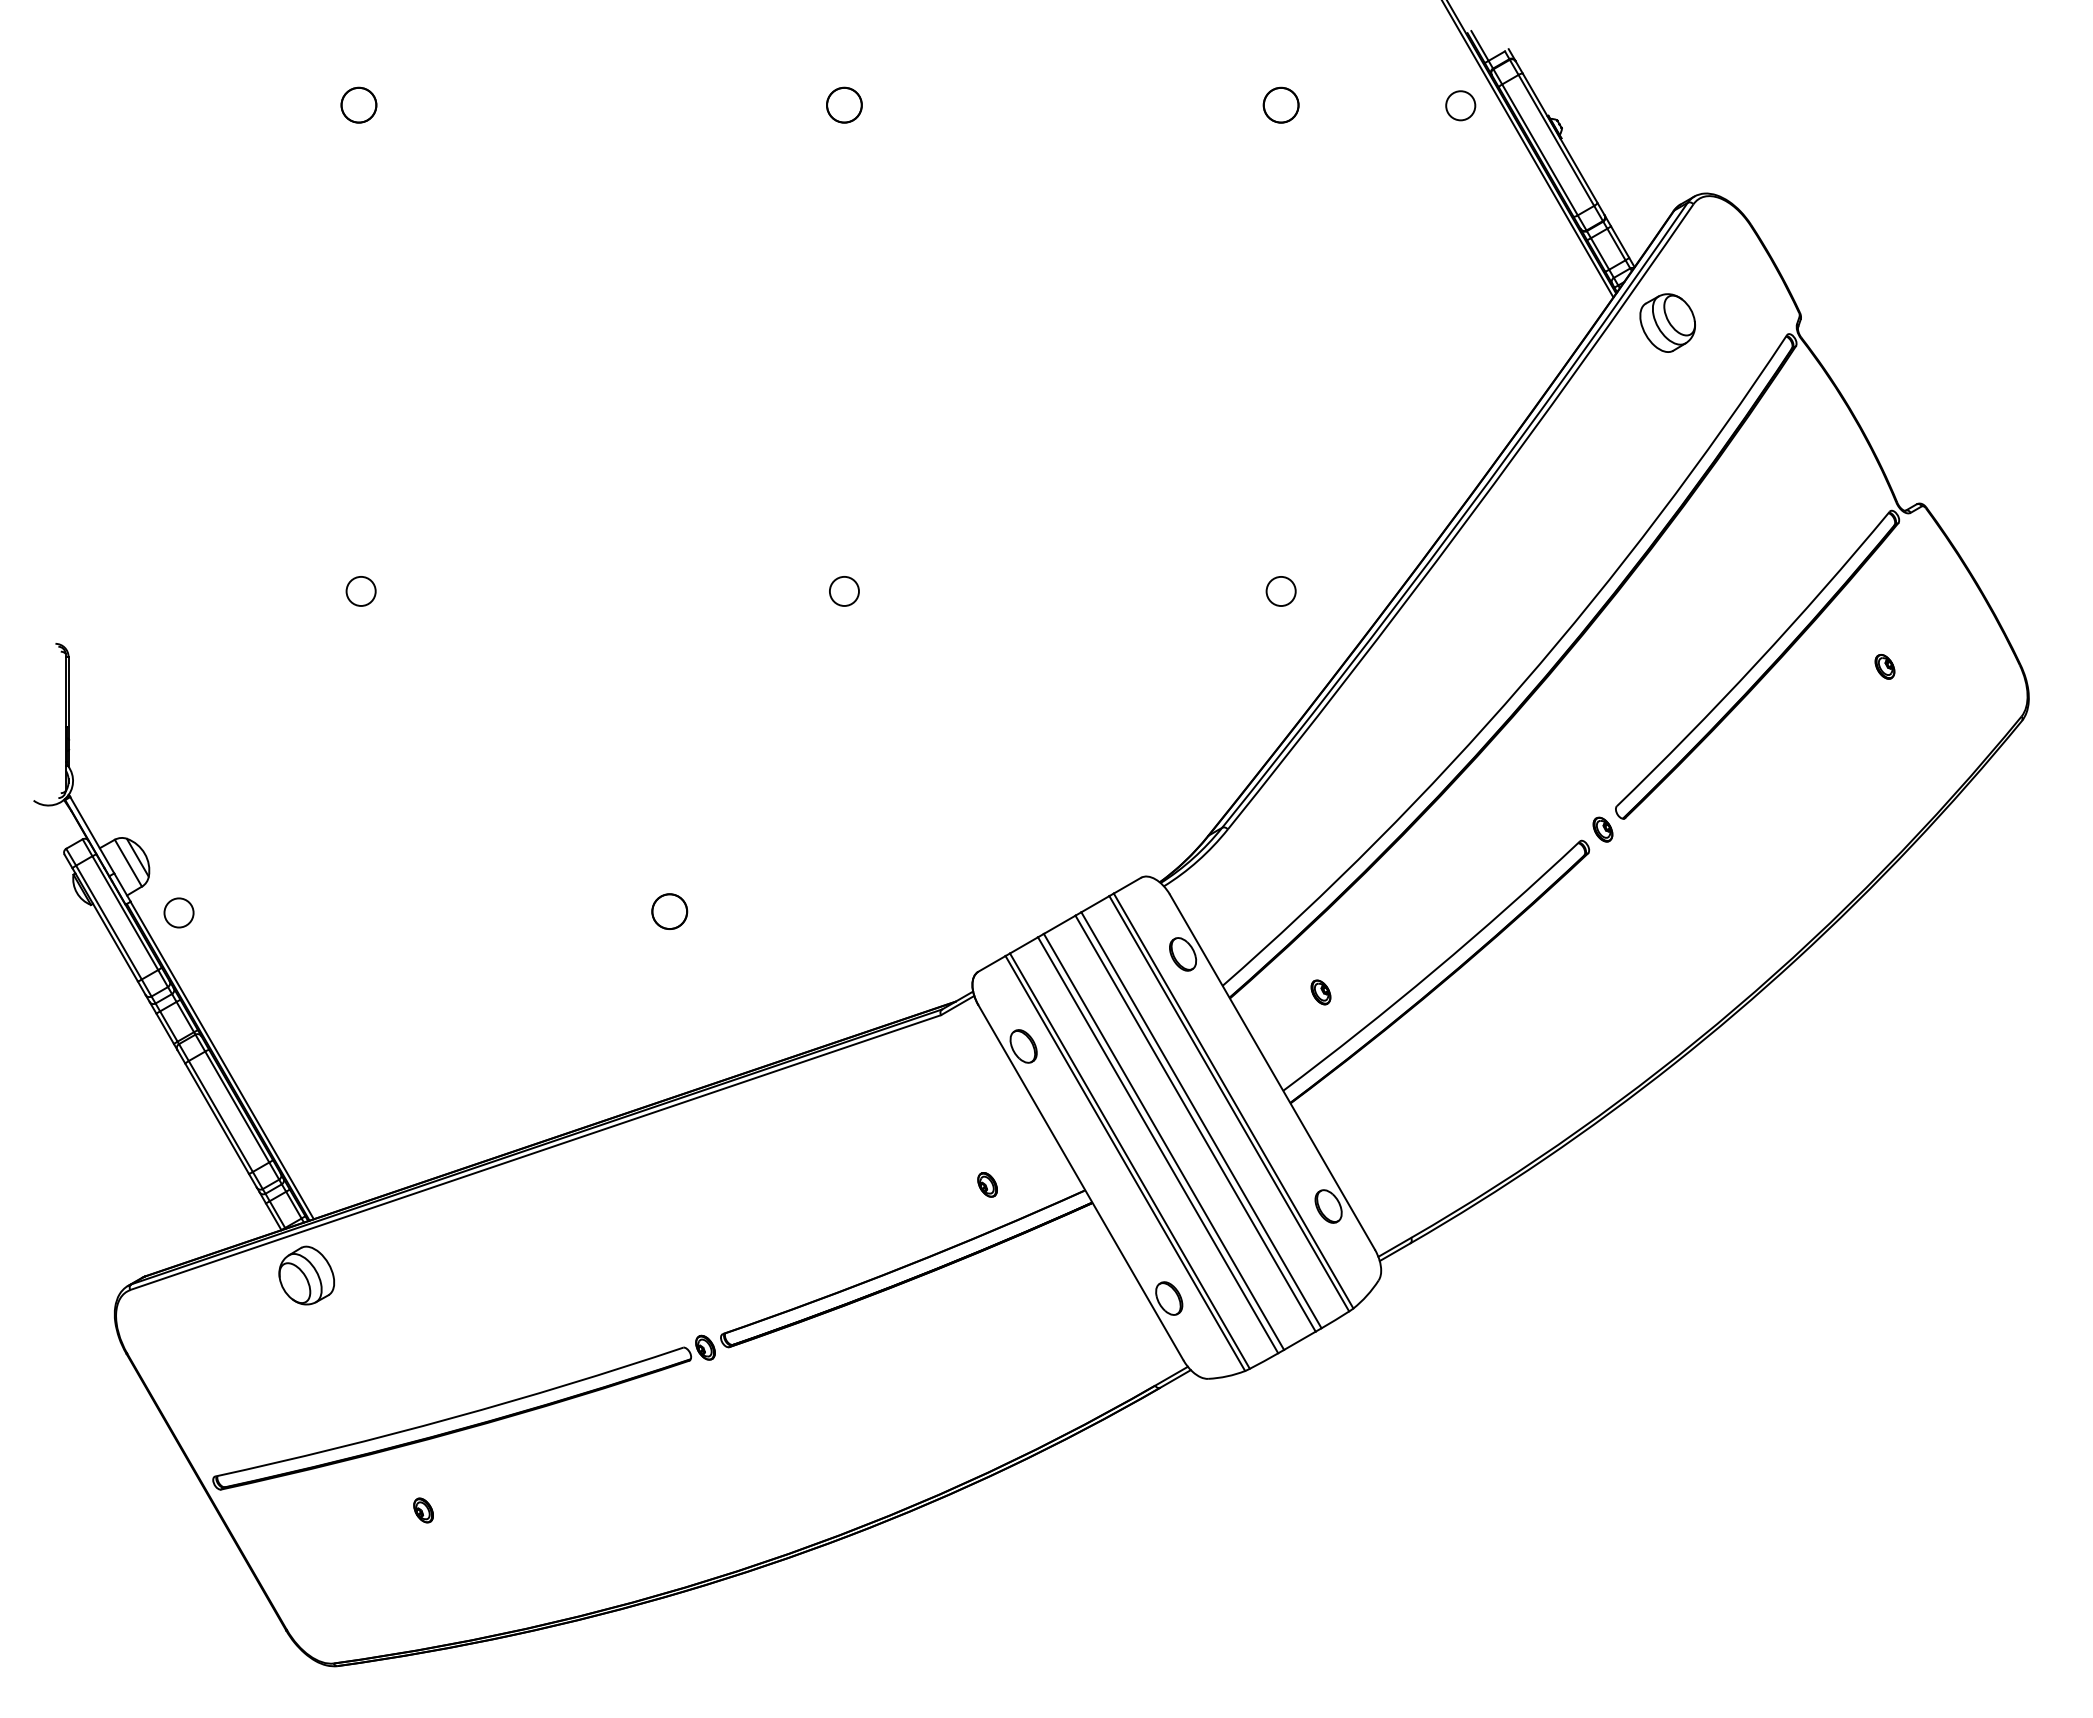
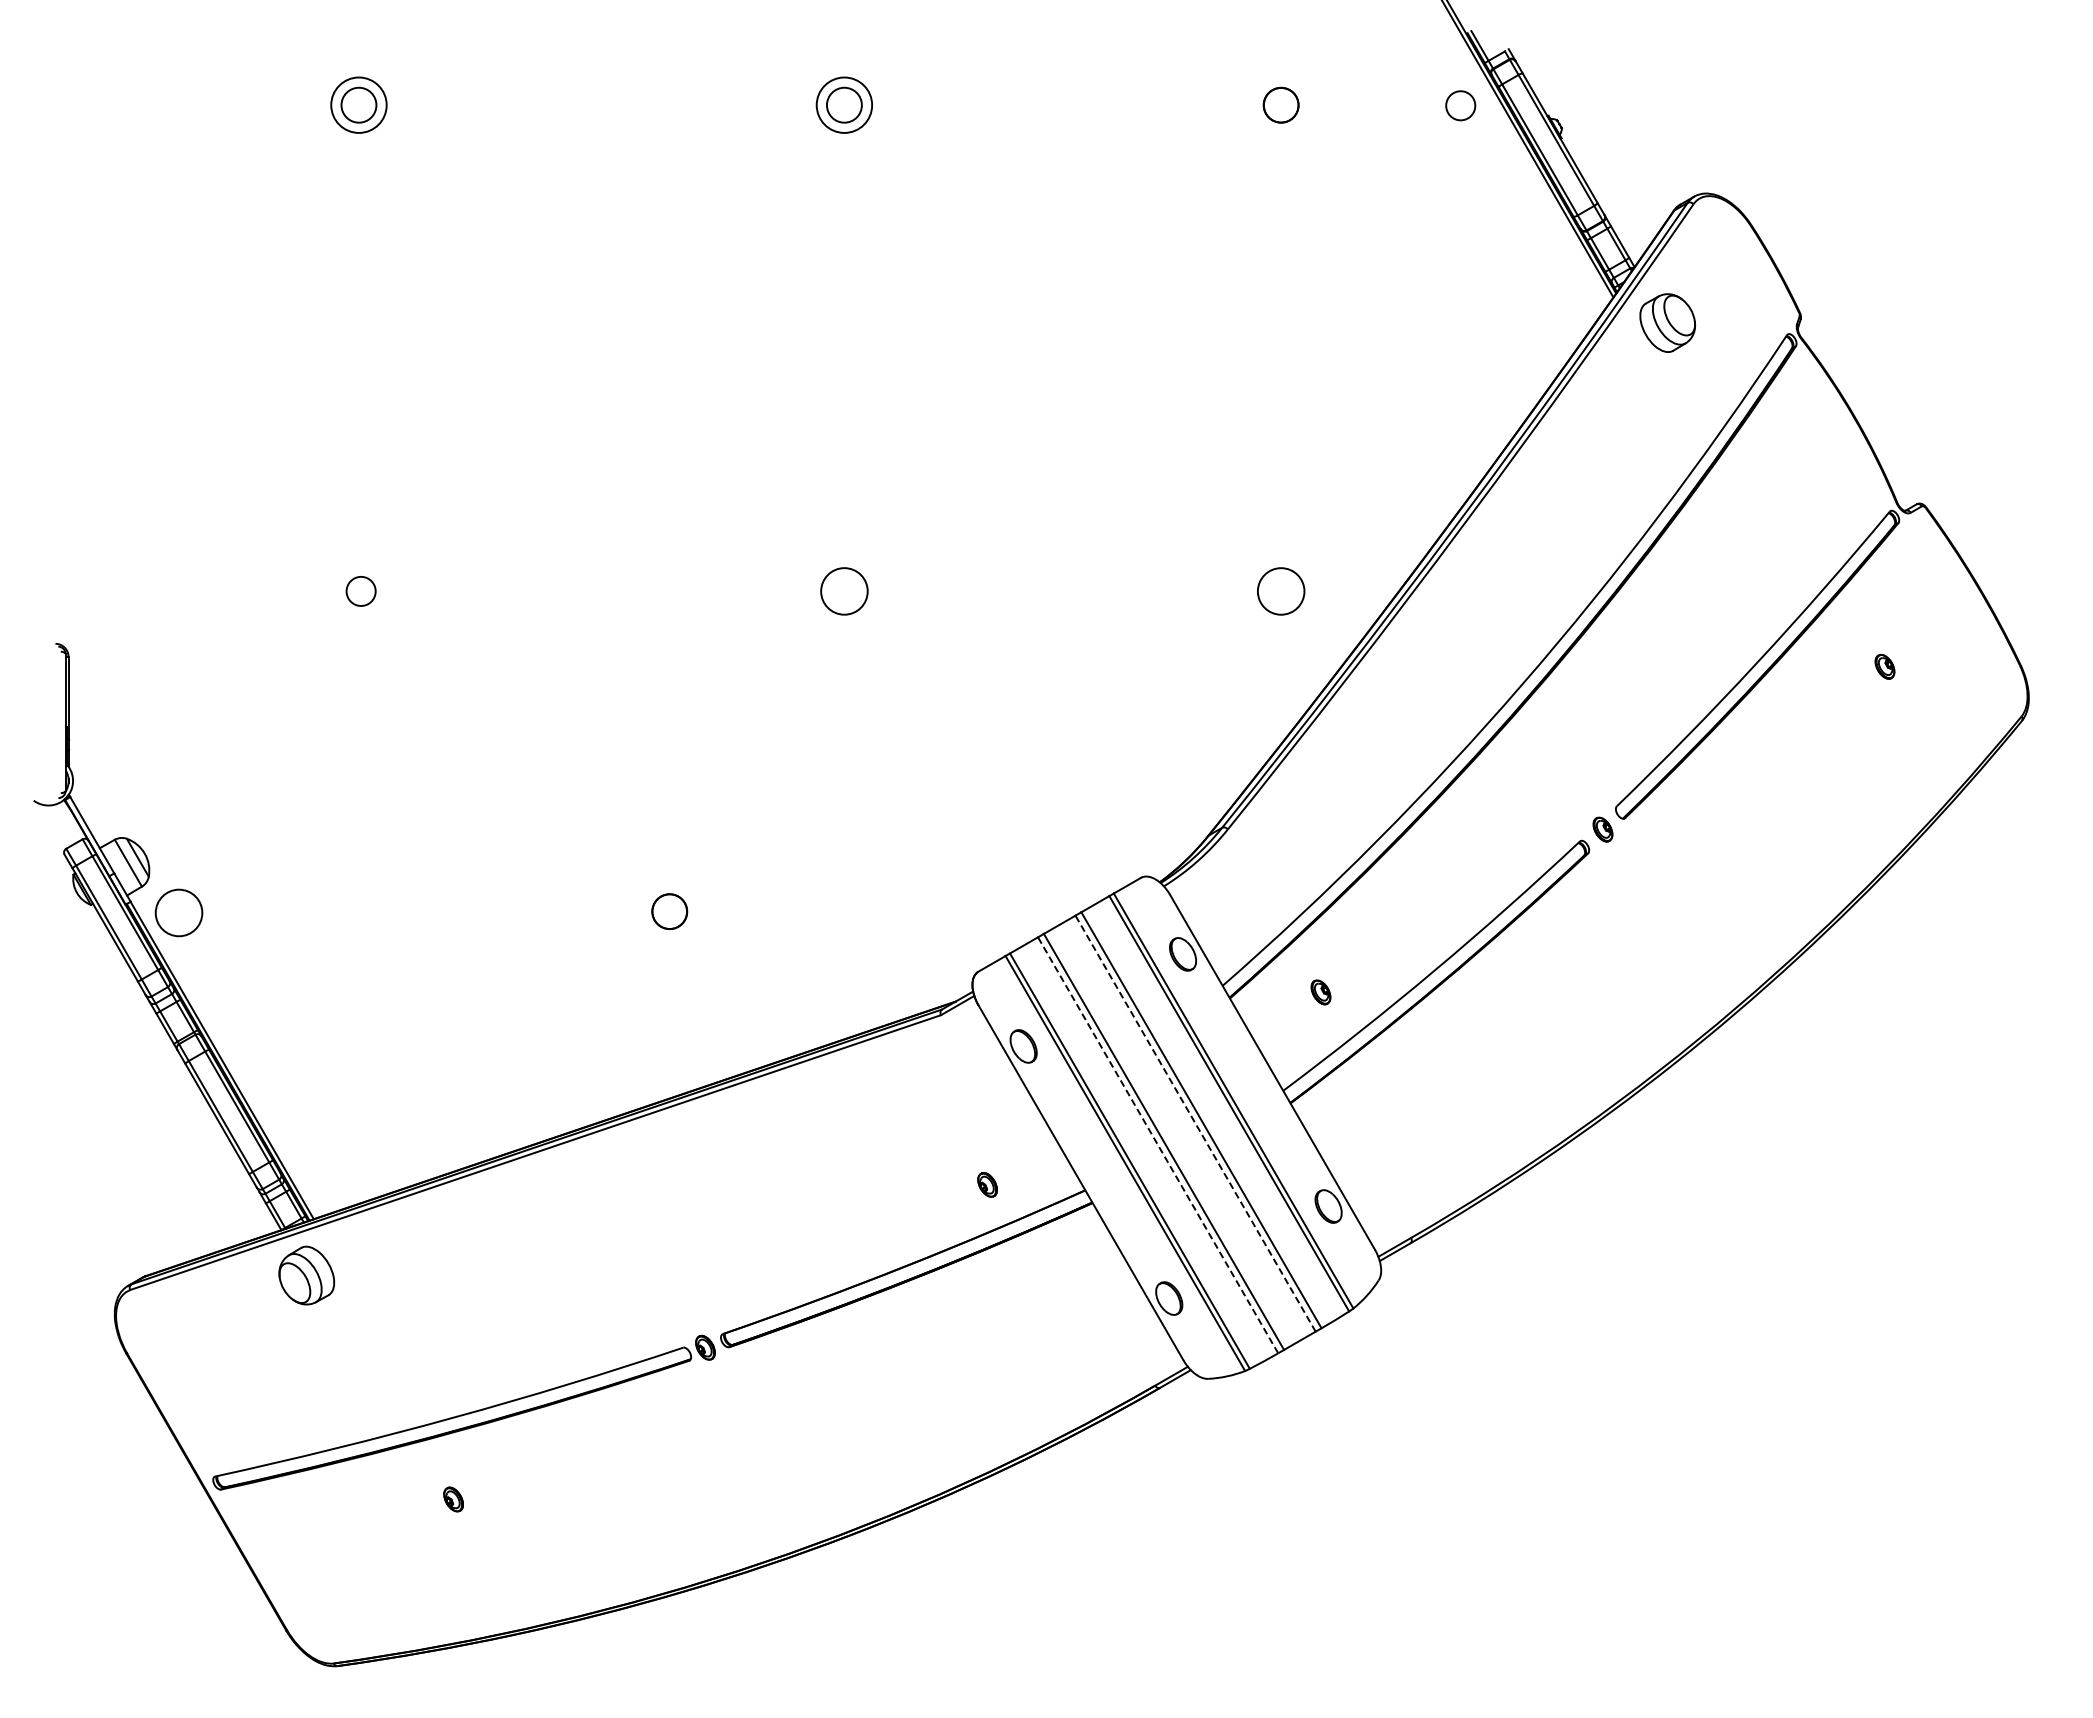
circle at (358, 104) diameter: 35 px -> 55 px
circle at (844, 104) diameter: 35 px -> 55 px
circle at (843, 590) diameter: 29 px -> 47 px
circle at (1280, 591) diameter: 29 px -> 47 px
circle at (178, 912) diameter: 29 px -> 47 px
line at (1195, 1123): solid -> dashed
line at (1157, 1144): solid -> dashed
part at (423, 1510) position: (423, 1510) -> (453, 1499)
